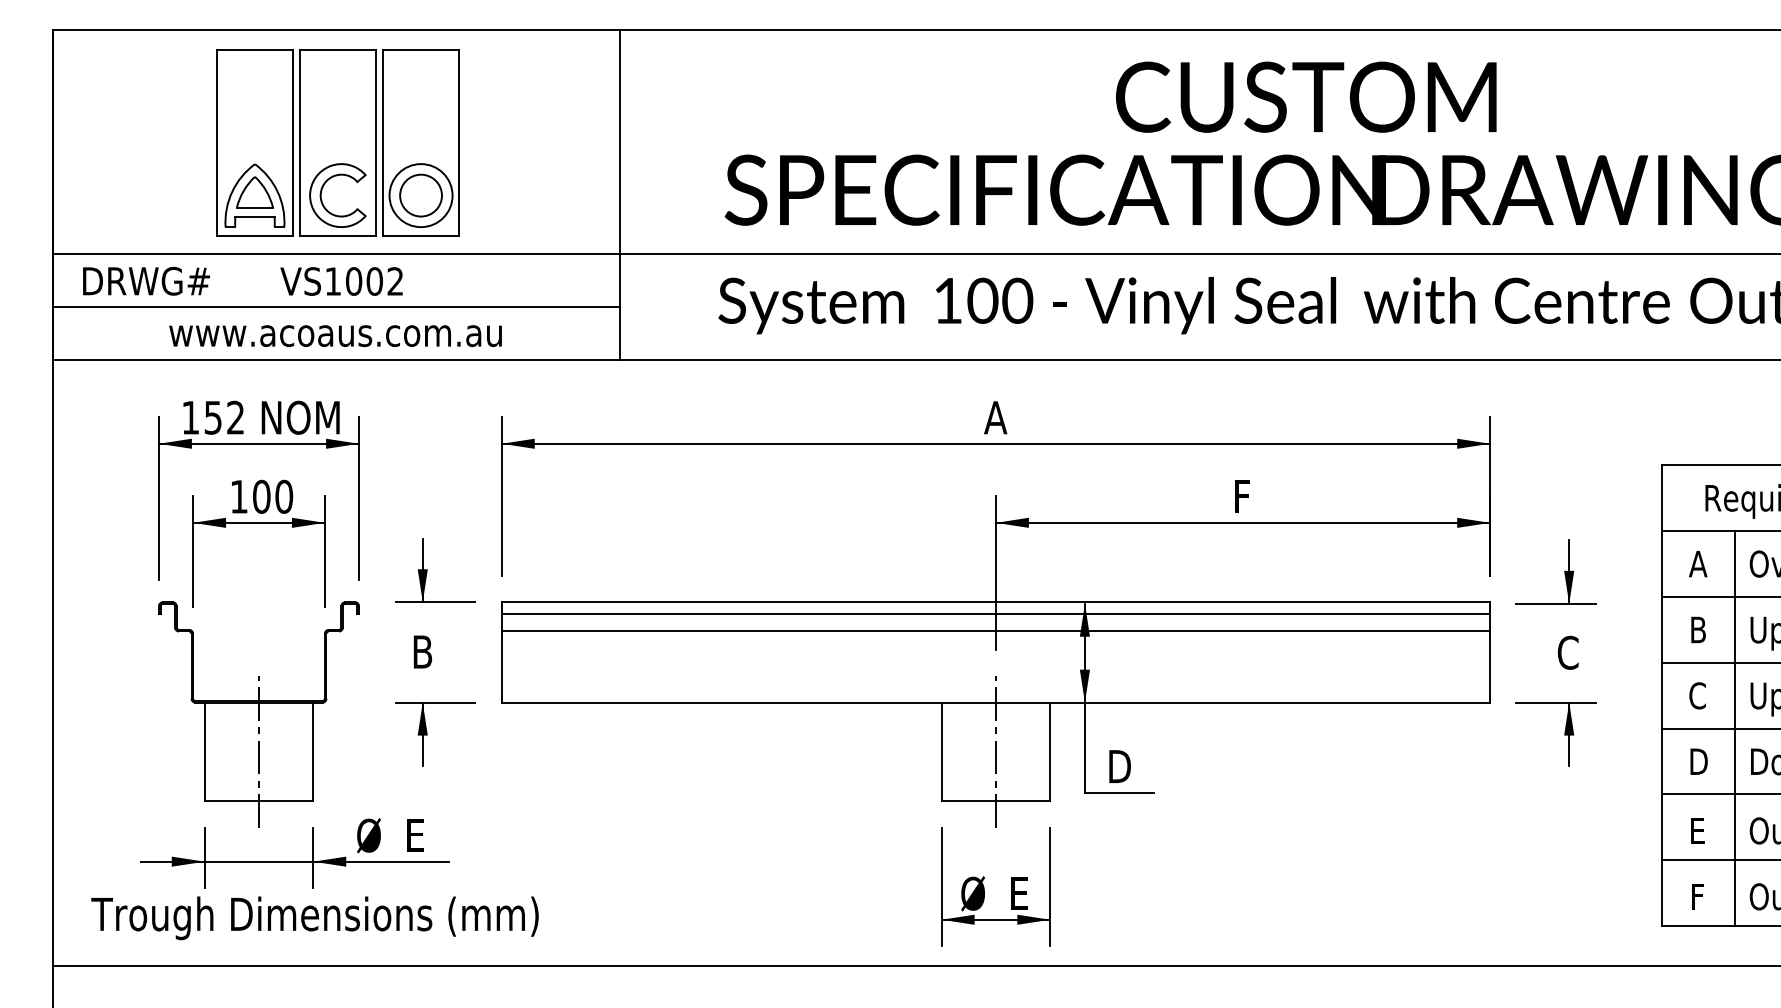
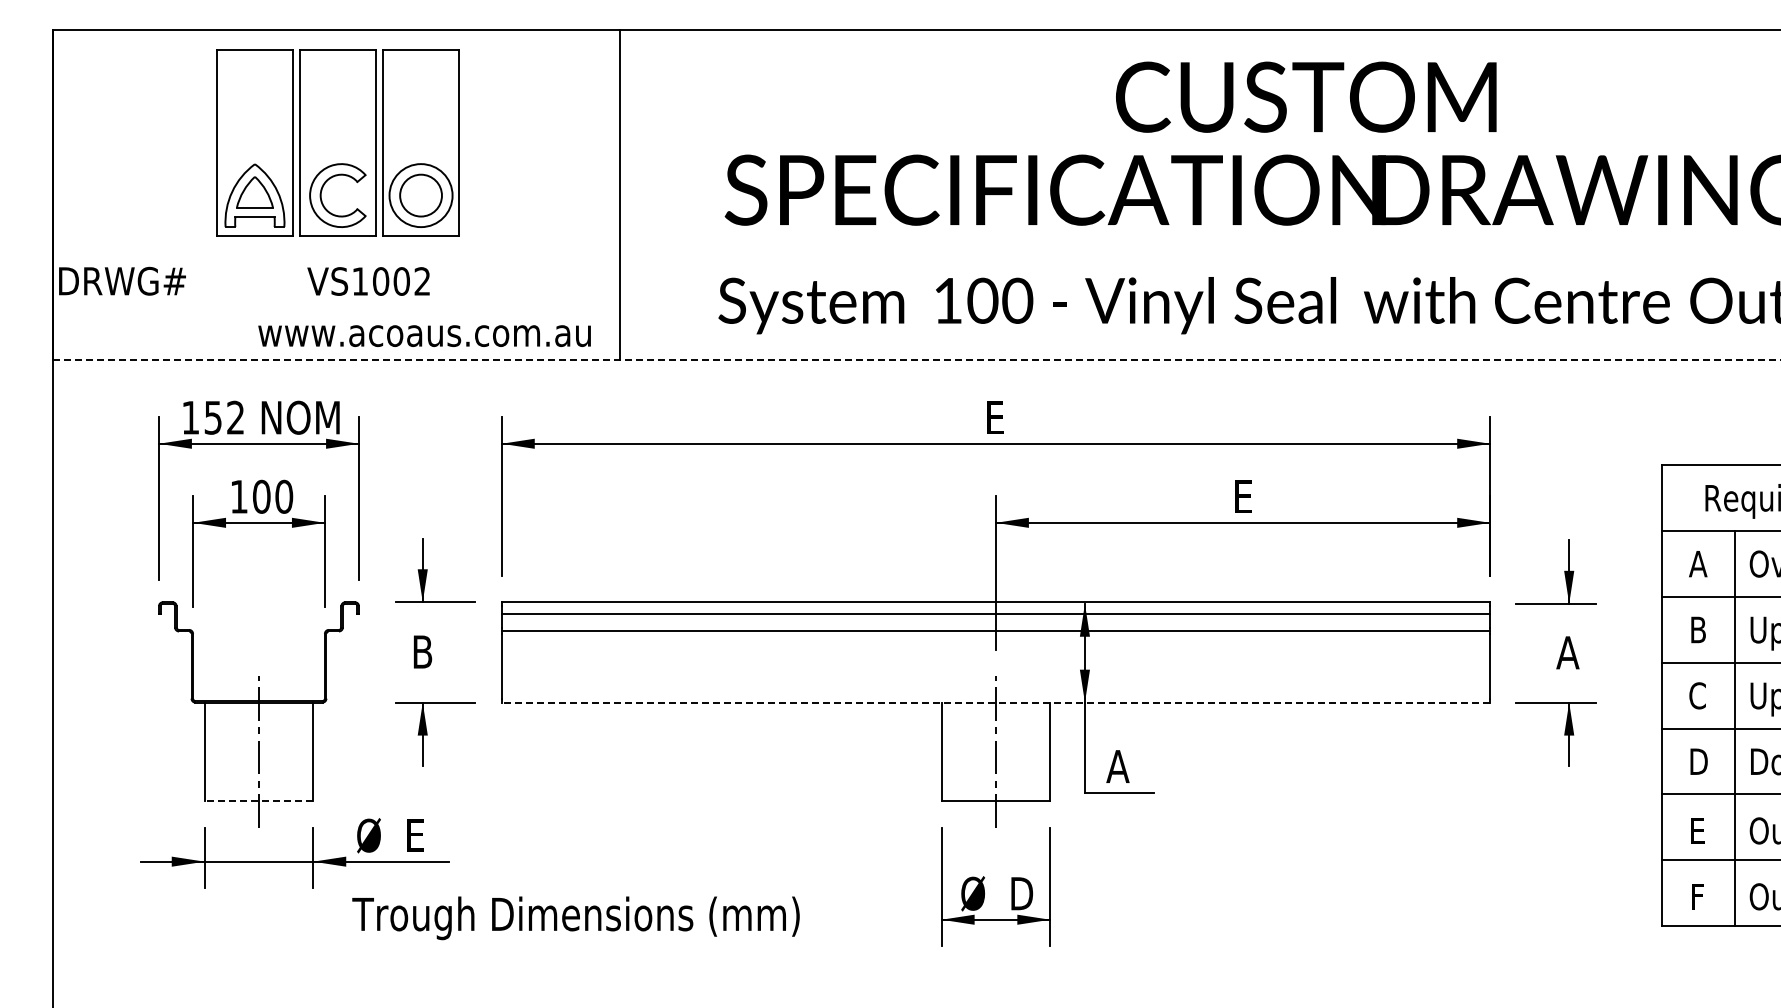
line at (915, 254): present -> none
text at (146, 280) position: (146, 280) -> (122, 280)
text at (341, 281) position: (341, 281) -> (368, 281)
line at (336, 306): present -> none
text at (335, 335) position: (335, 335) -> (424, 335)
line at (916, 359): solid -> dashed
text at (995, 417): A -> E
text at (1245, 496): F -> E
text at (1567, 652): C -> A
line at (995, 702): solid -> dashed
text at (1118, 766): D -> A
line at (258, 801): solid -> dashed
text at (1022, 893): E -> D
text at (314, 918) position: (314, 918) -> (575, 918)
line at (915, 965): present -> none
